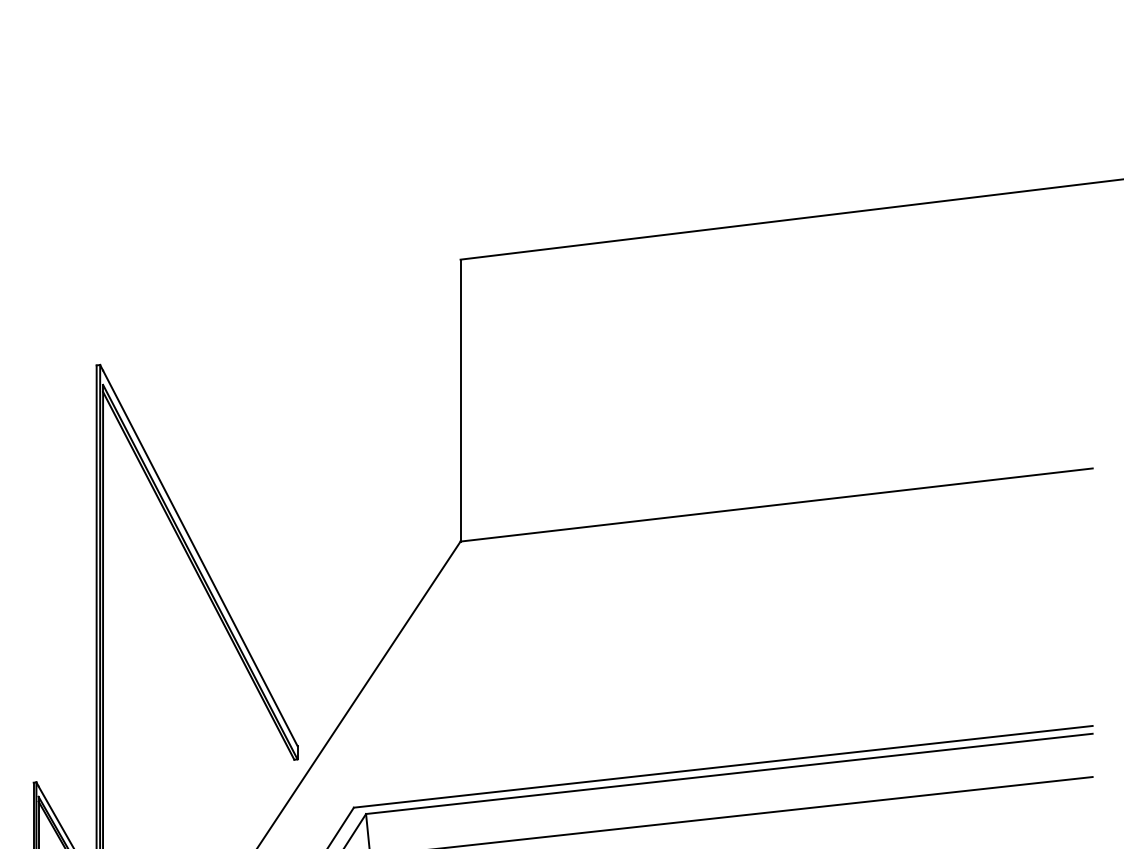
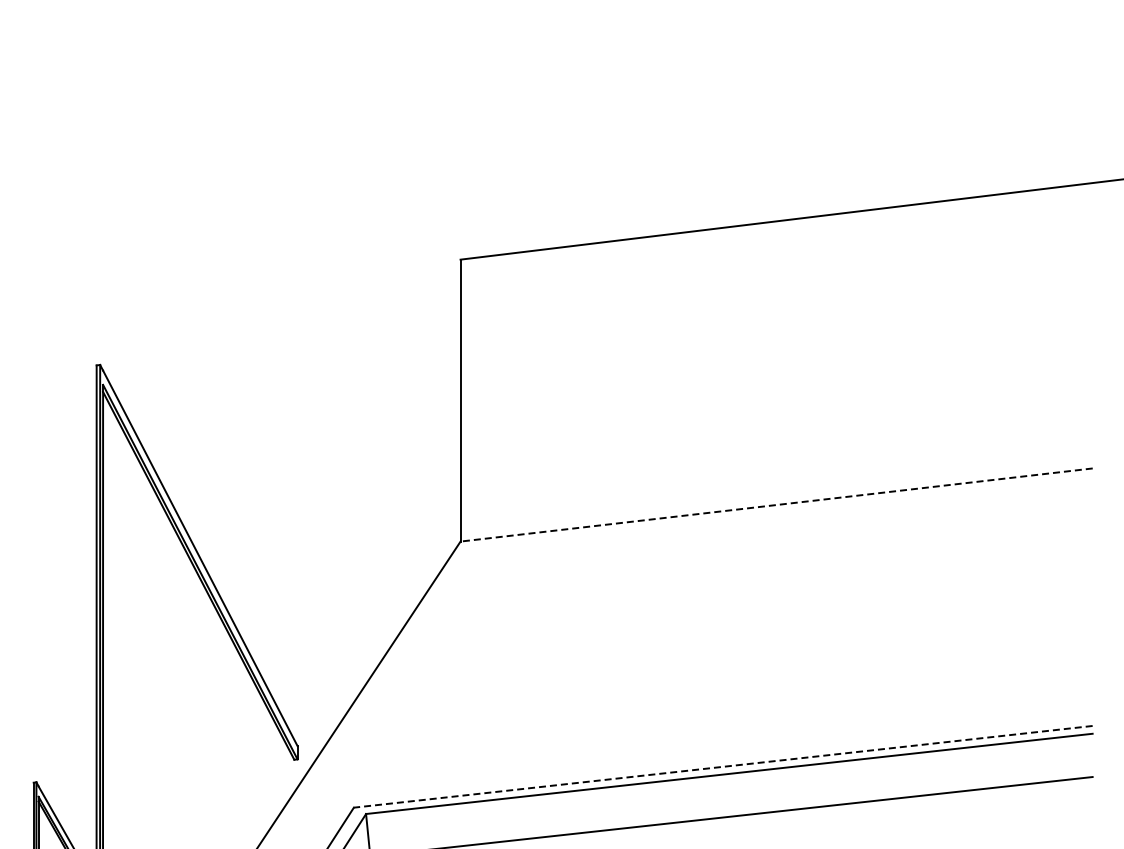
line at (776, 505): solid -> dashed
line at (723, 766): solid -> dashed
